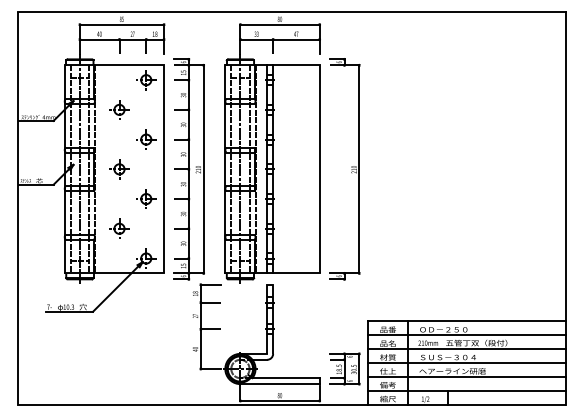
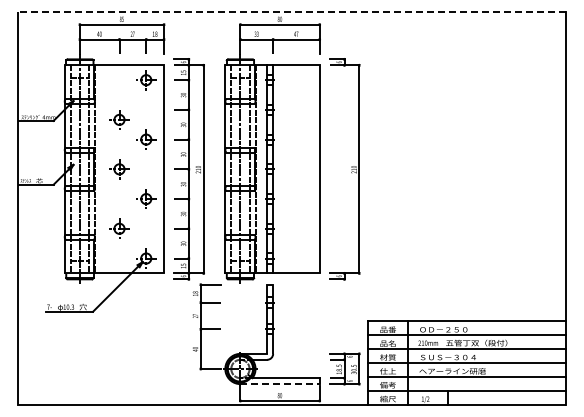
line at (291, 12): solid -> dashed
part at (119, 109) position: (119, 109) -> (119, 119)
line at (280, 384): solid -> dashed
